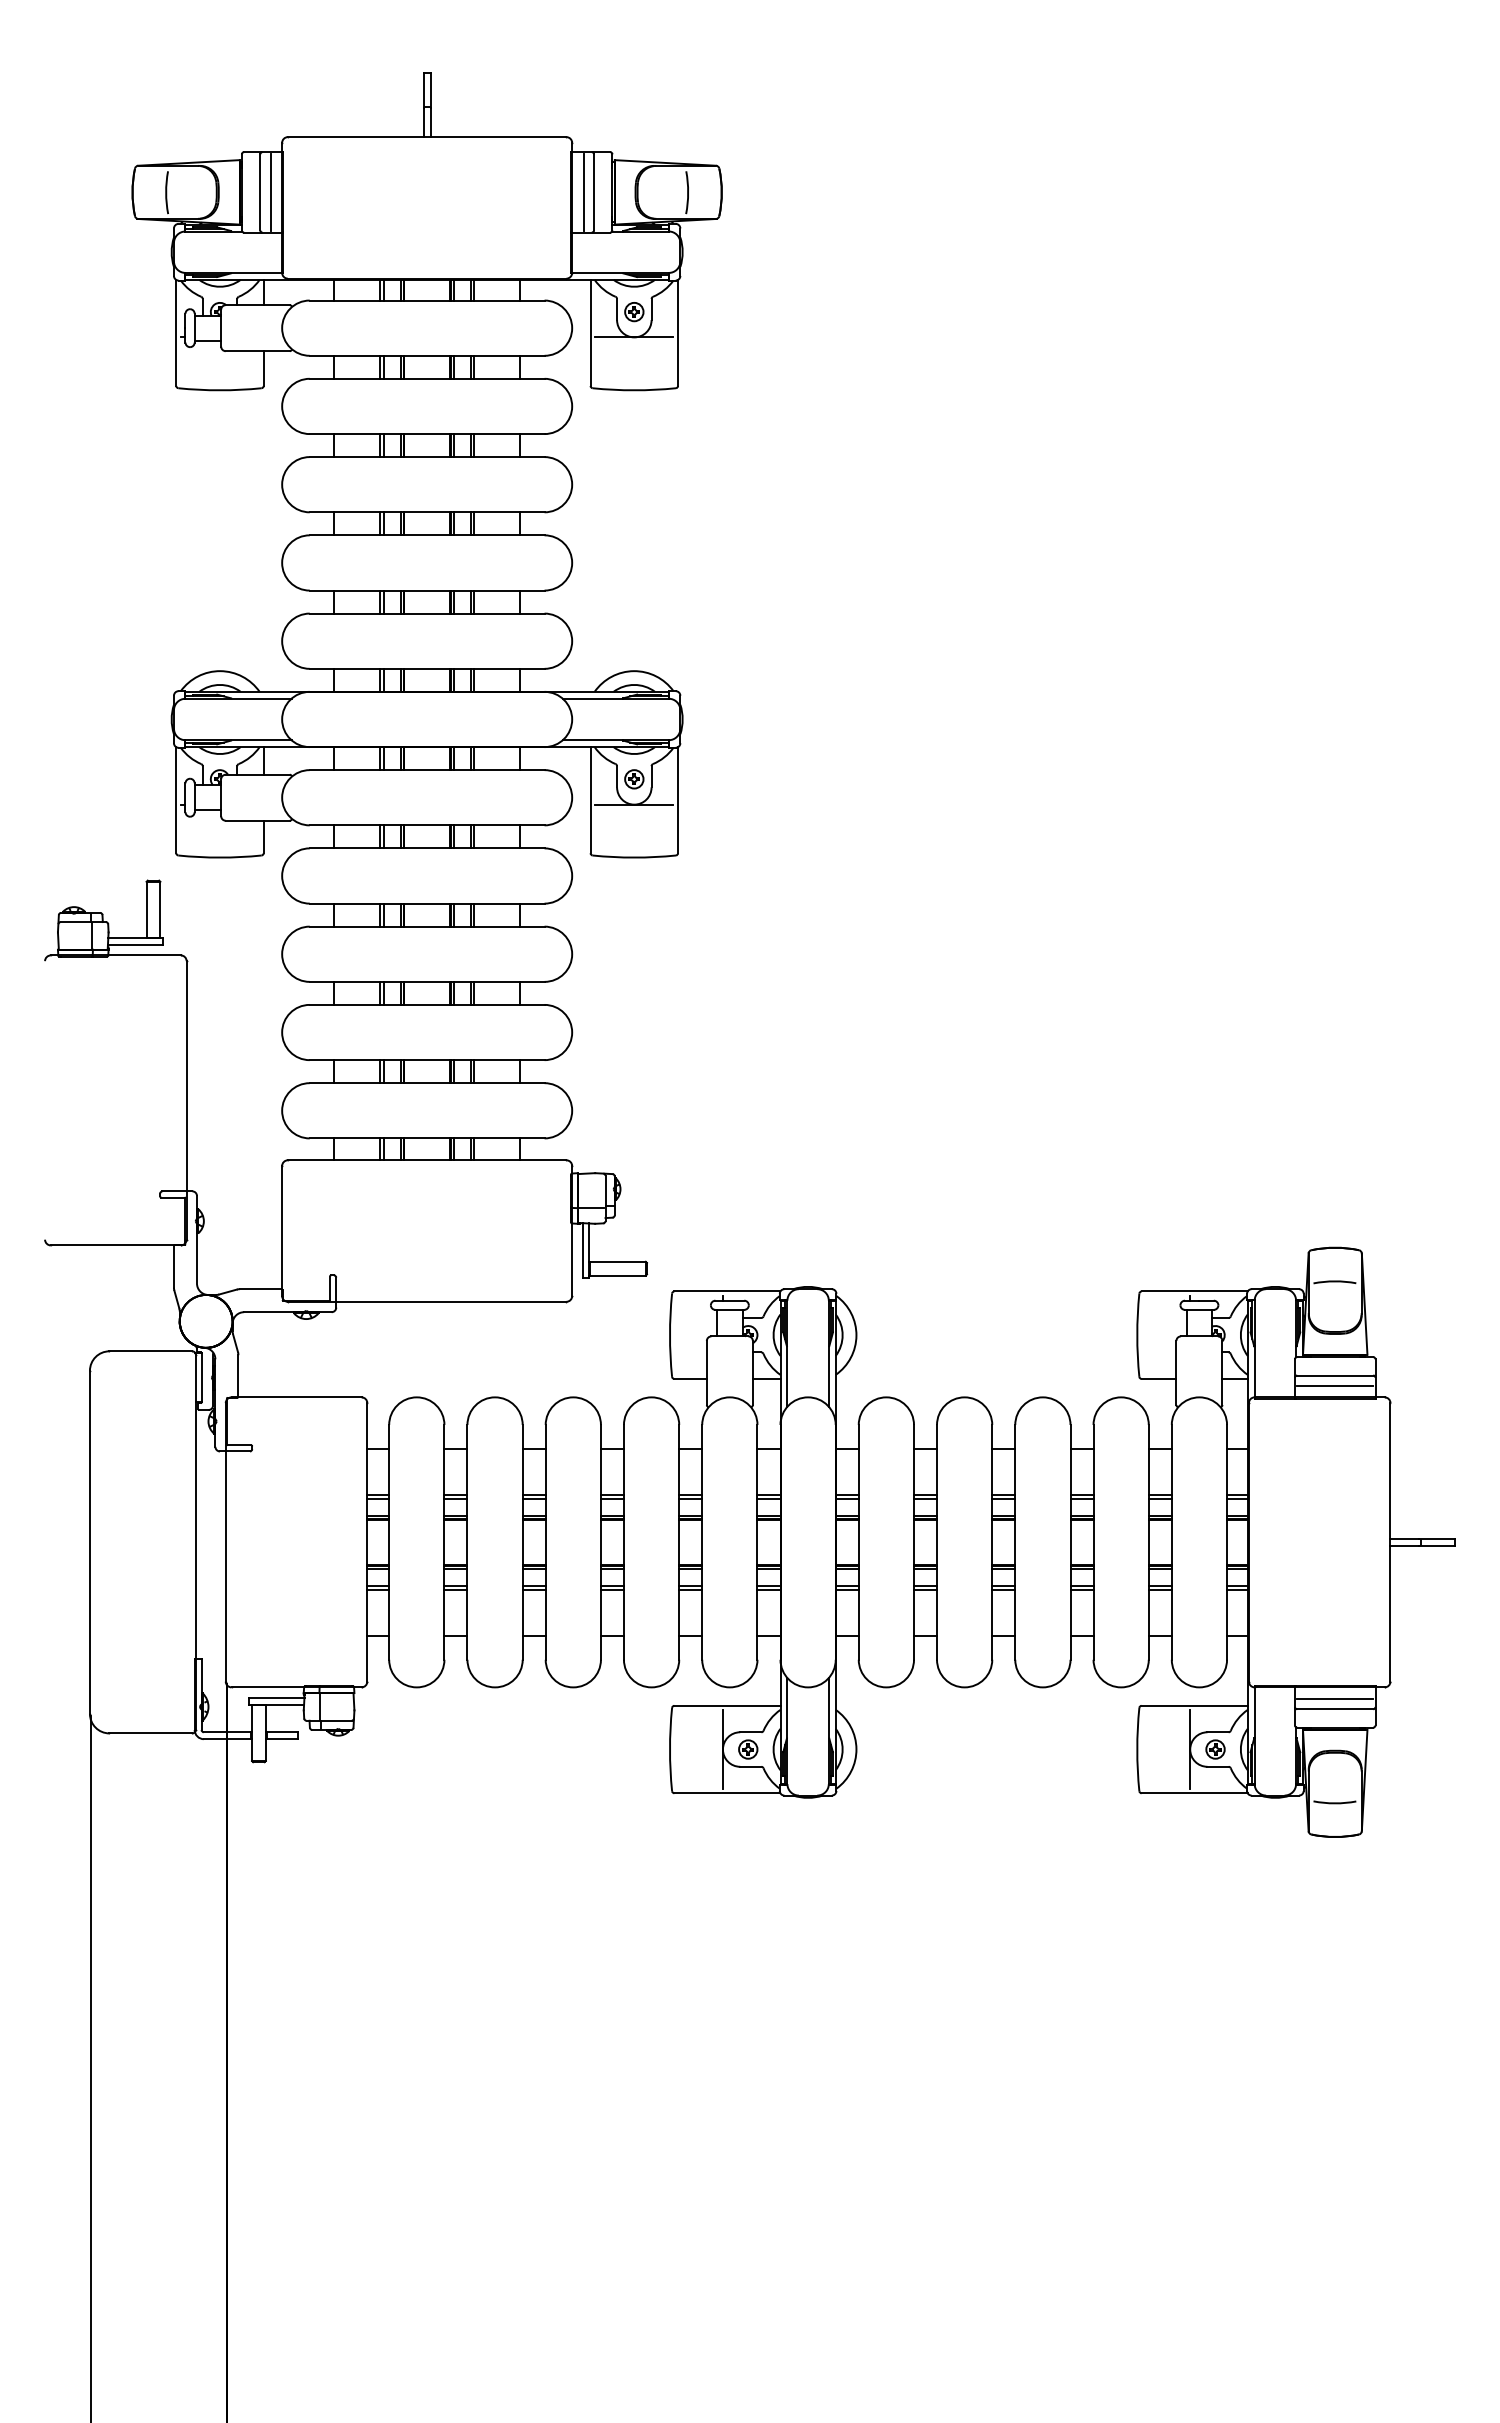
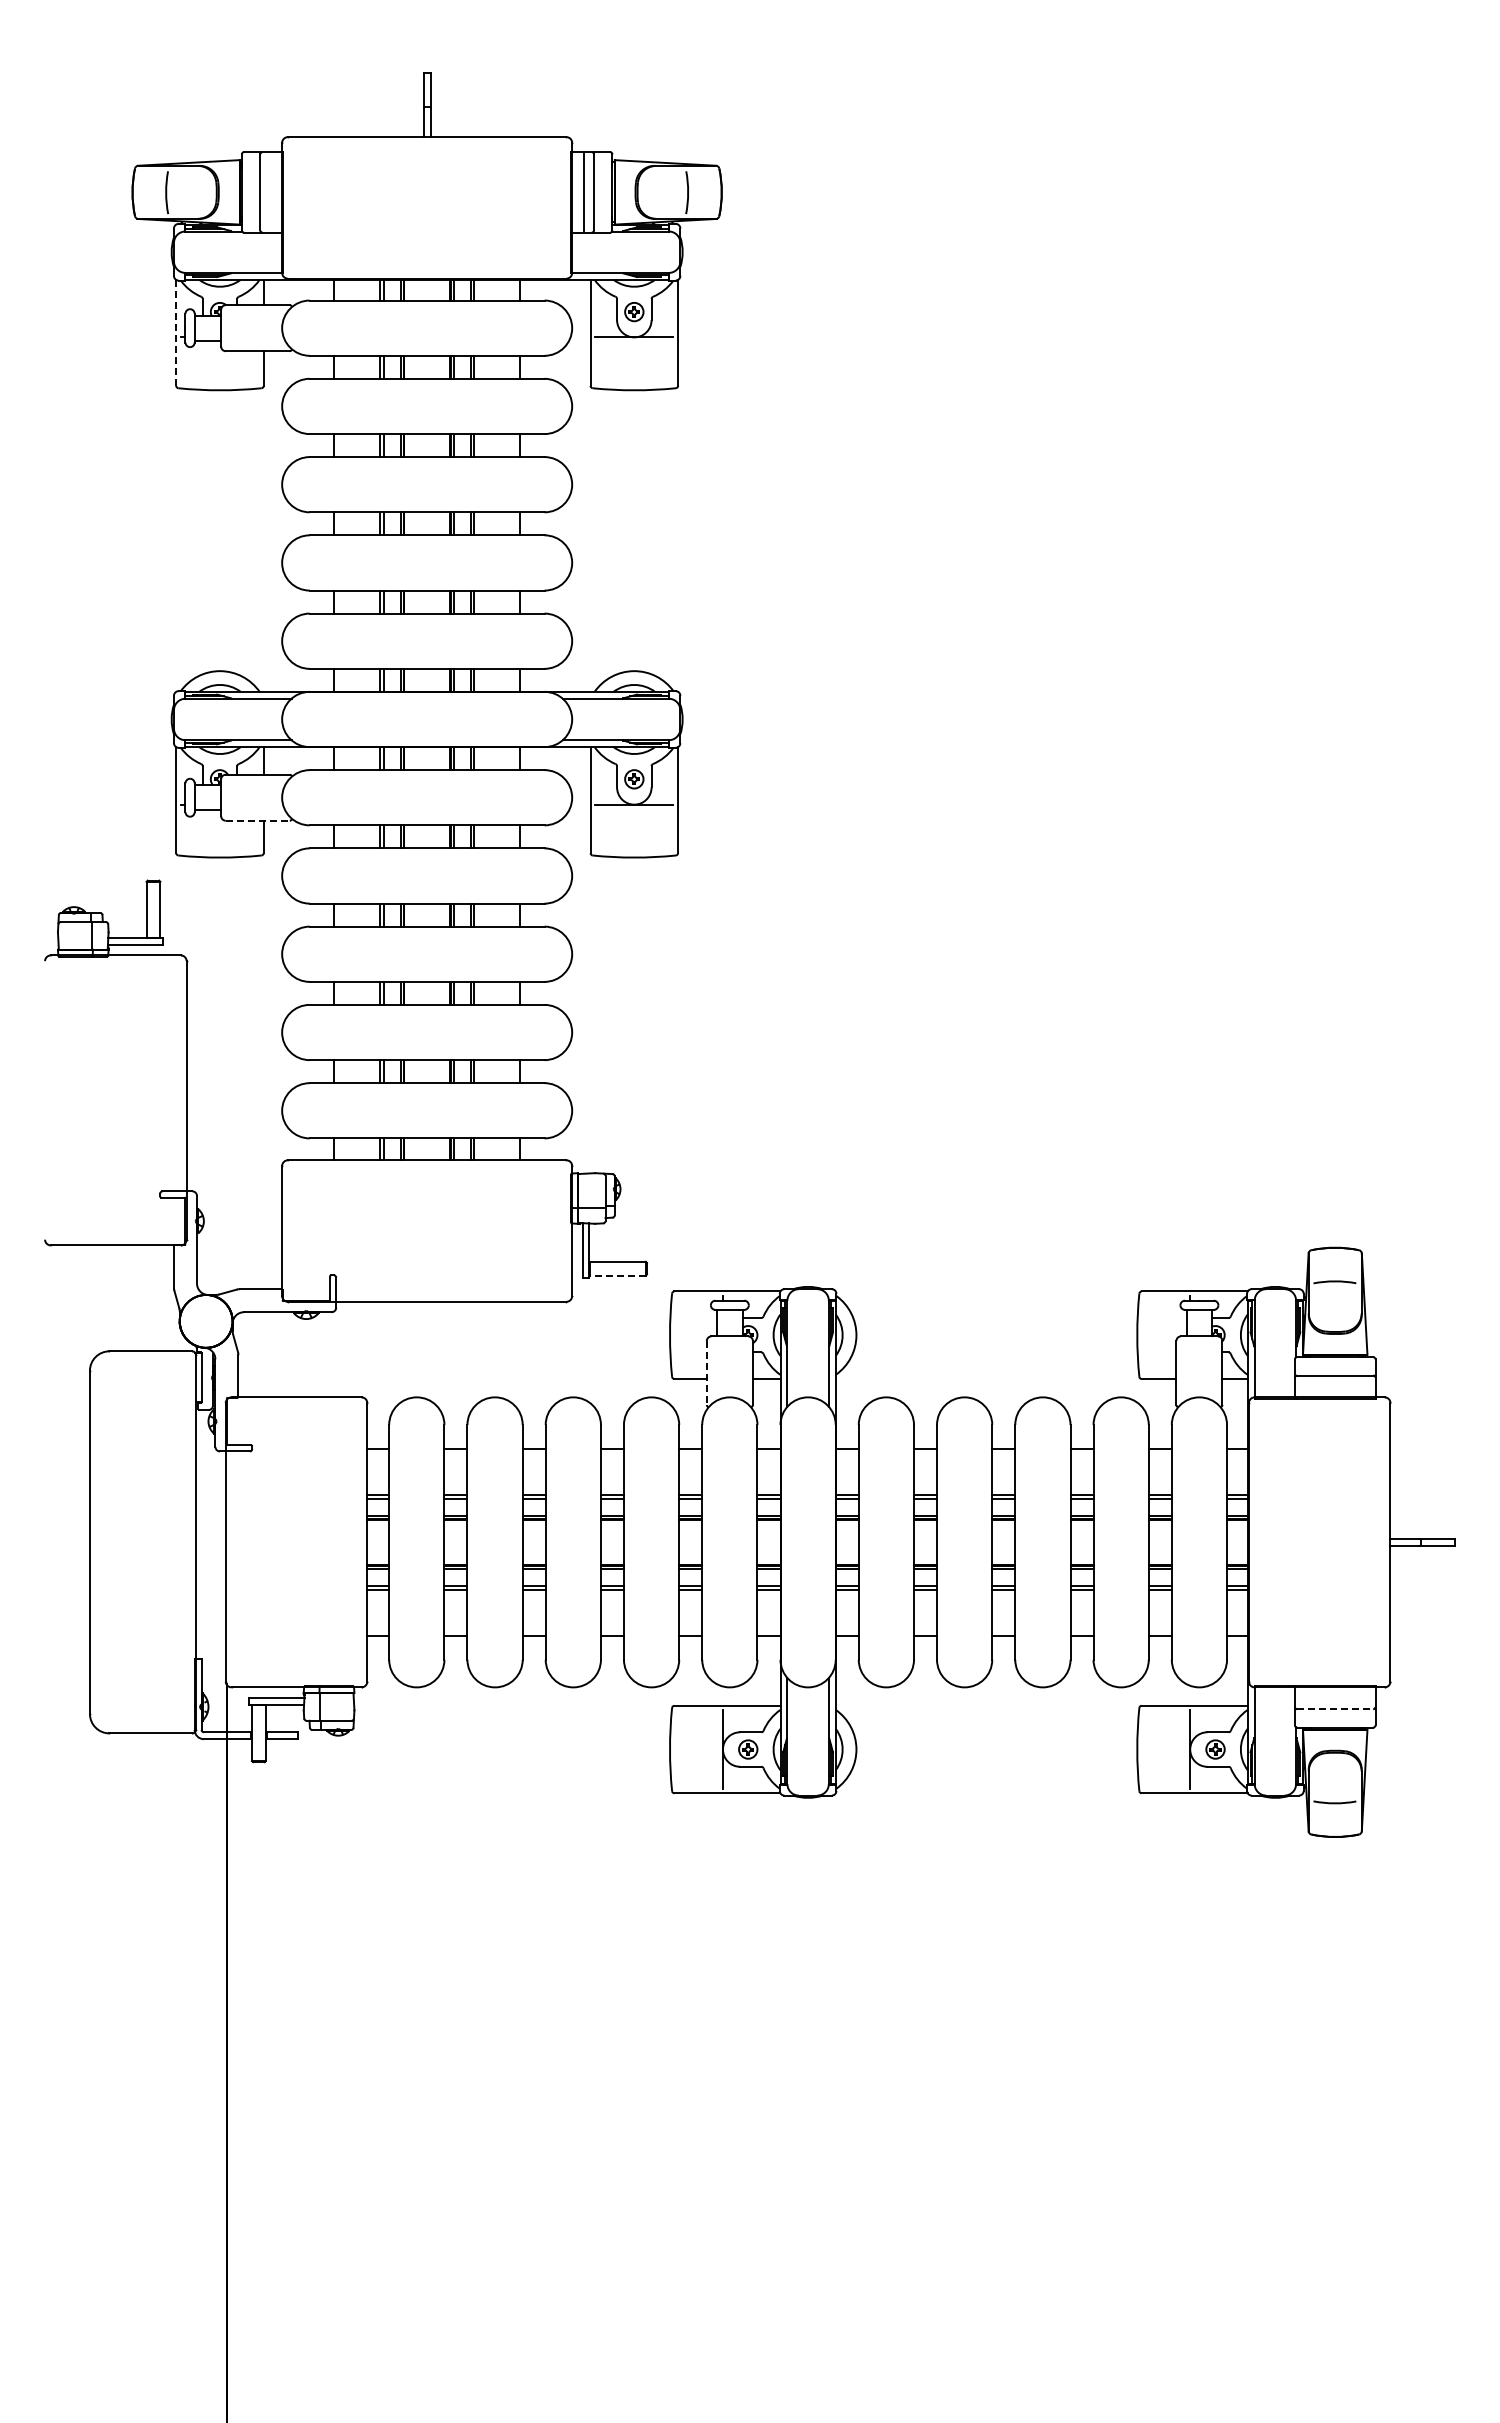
line at (270, 192): present -> none
line at (176, 333): solid -> dashed
line at (258, 820): solid -> dashed
line at (617, 1275): solid -> dashed
line at (706, 1373): solid -> dashed
line at (1334, 1385): present -> none
line at (1334, 1698): present -> none
line at (1335, 1709): solid -> dashed
line at (91, 2067): present -> none
